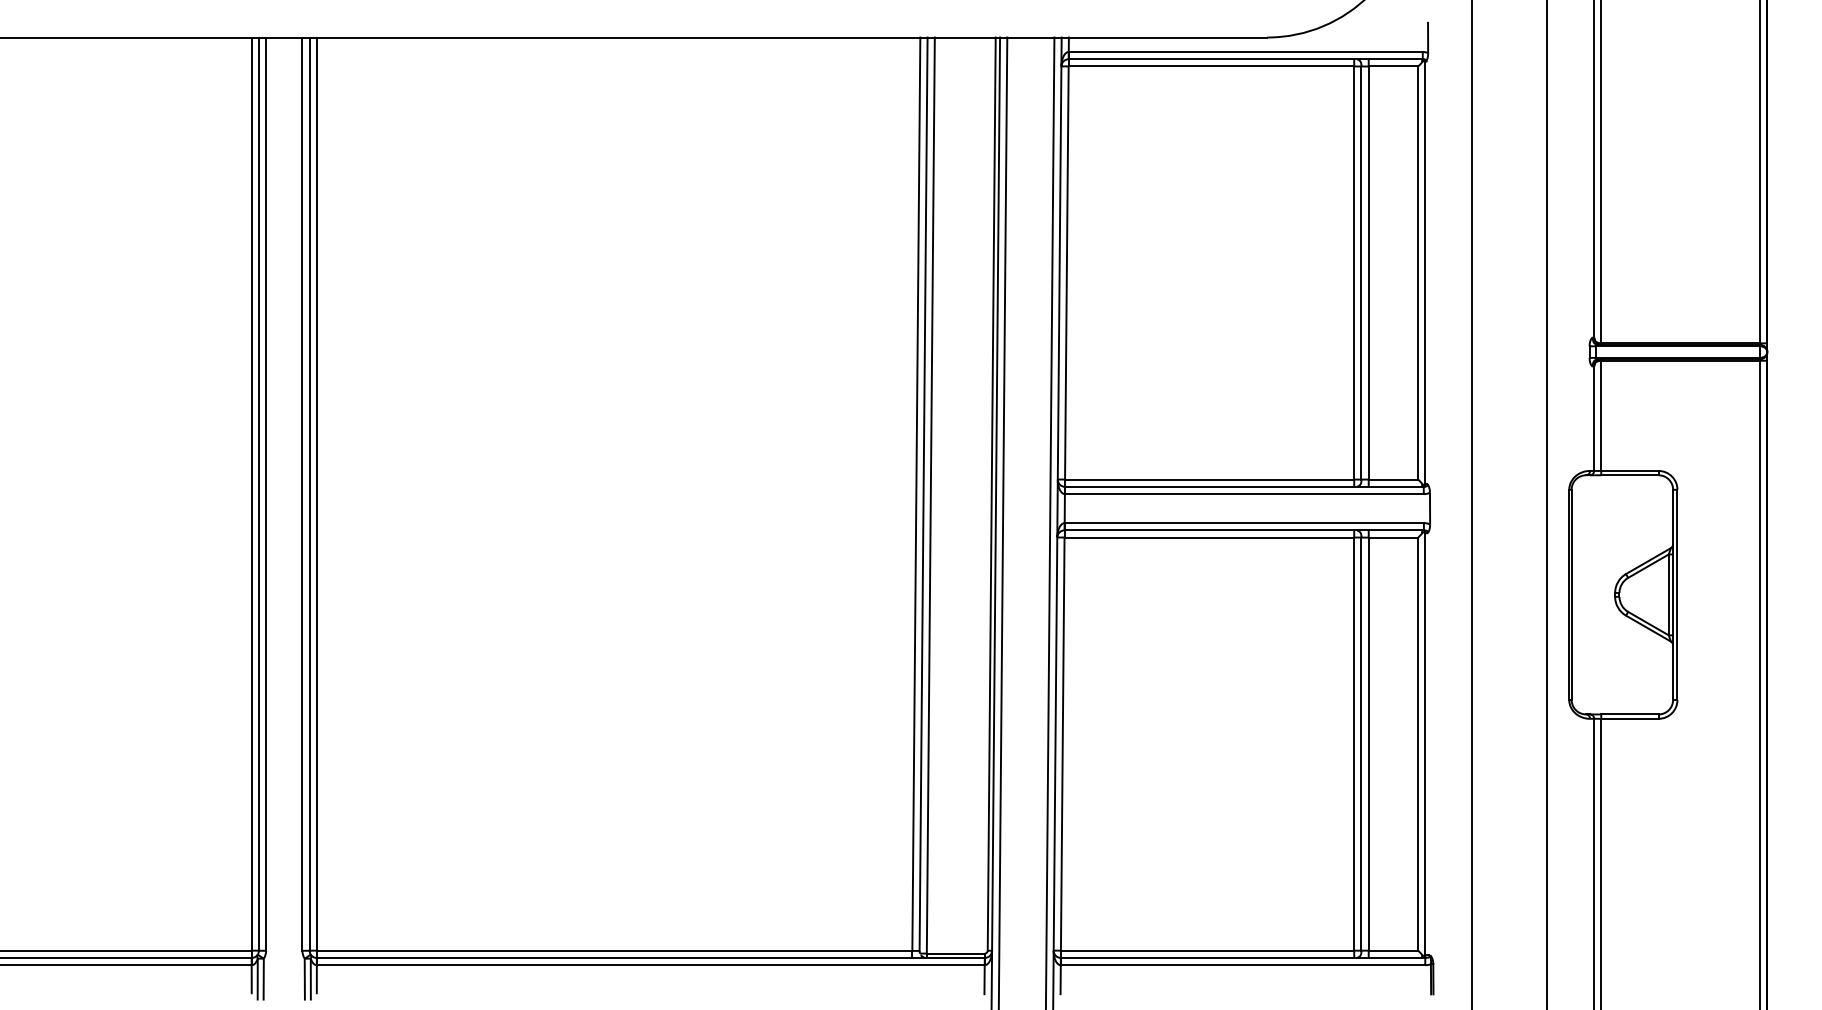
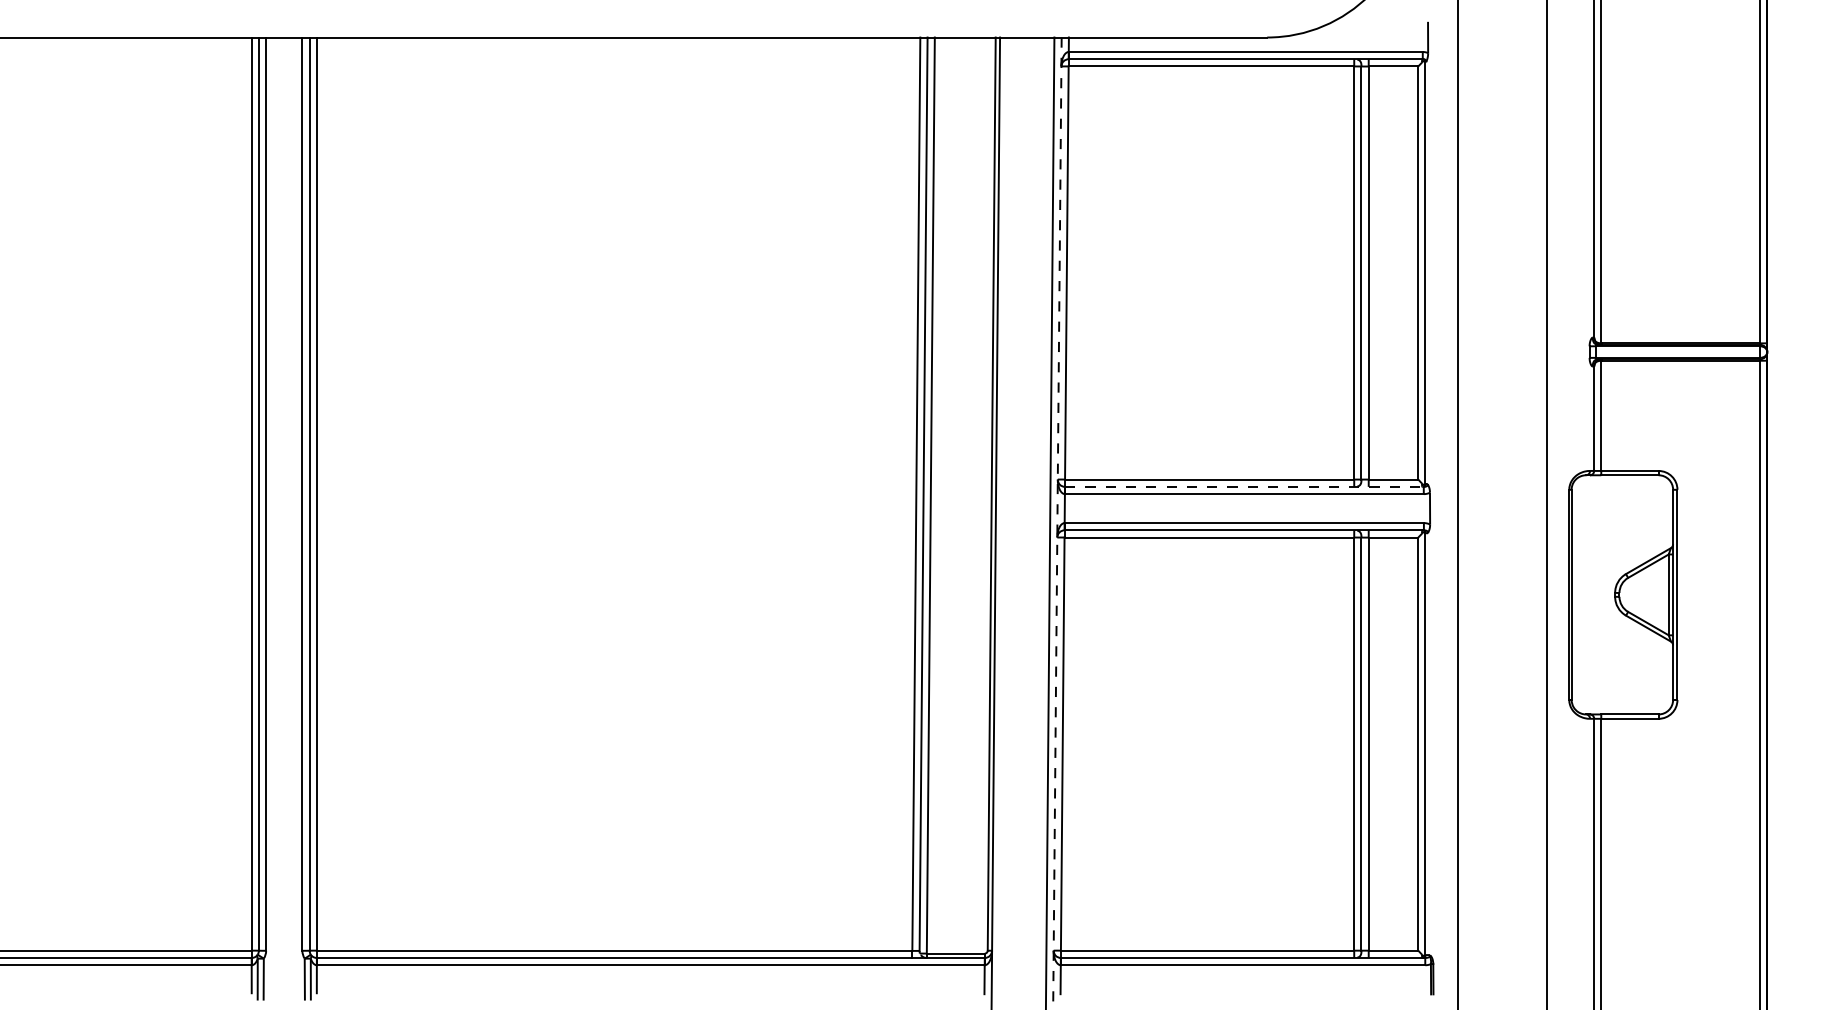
line at (1244, 486): solid -> dashed
line at (1472, 504) position: (1472, 504) -> (1458, 504)
line at (1002, 521): present -> none
line at (1057, 523): solid -> dashed
